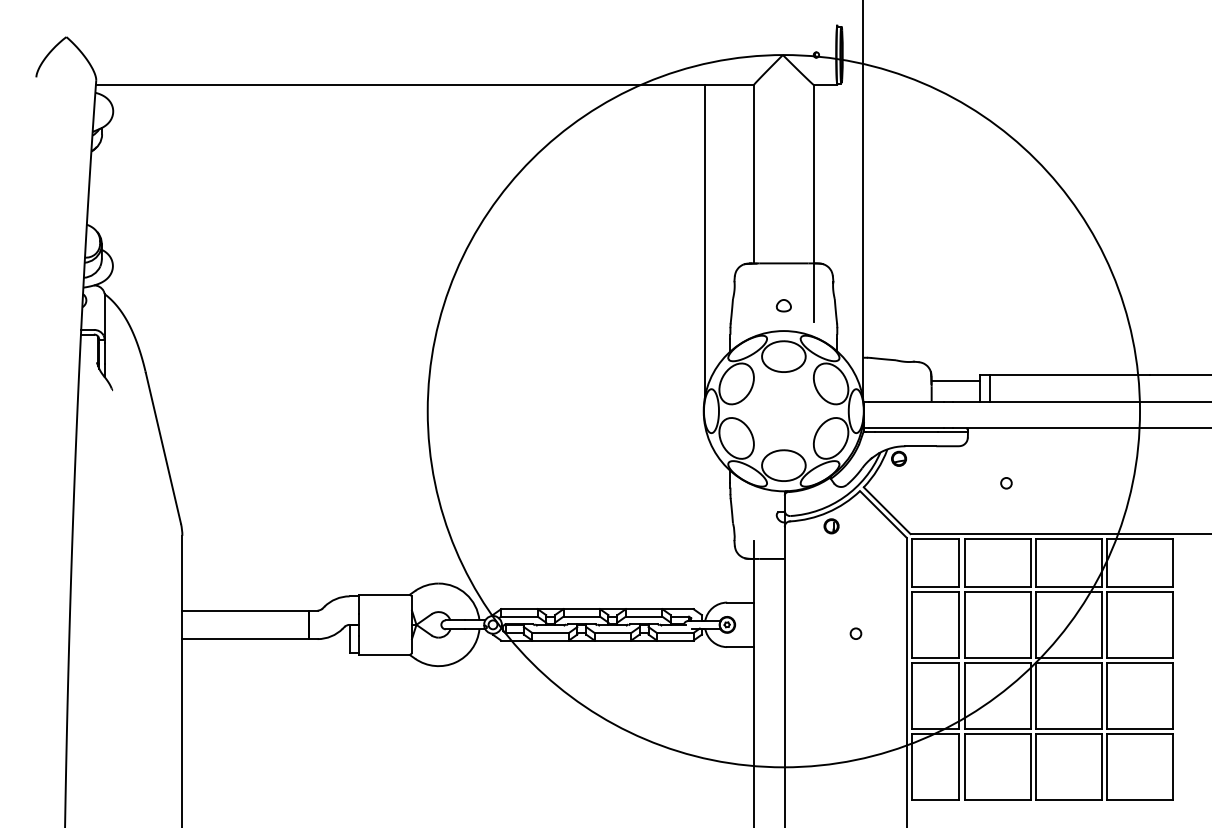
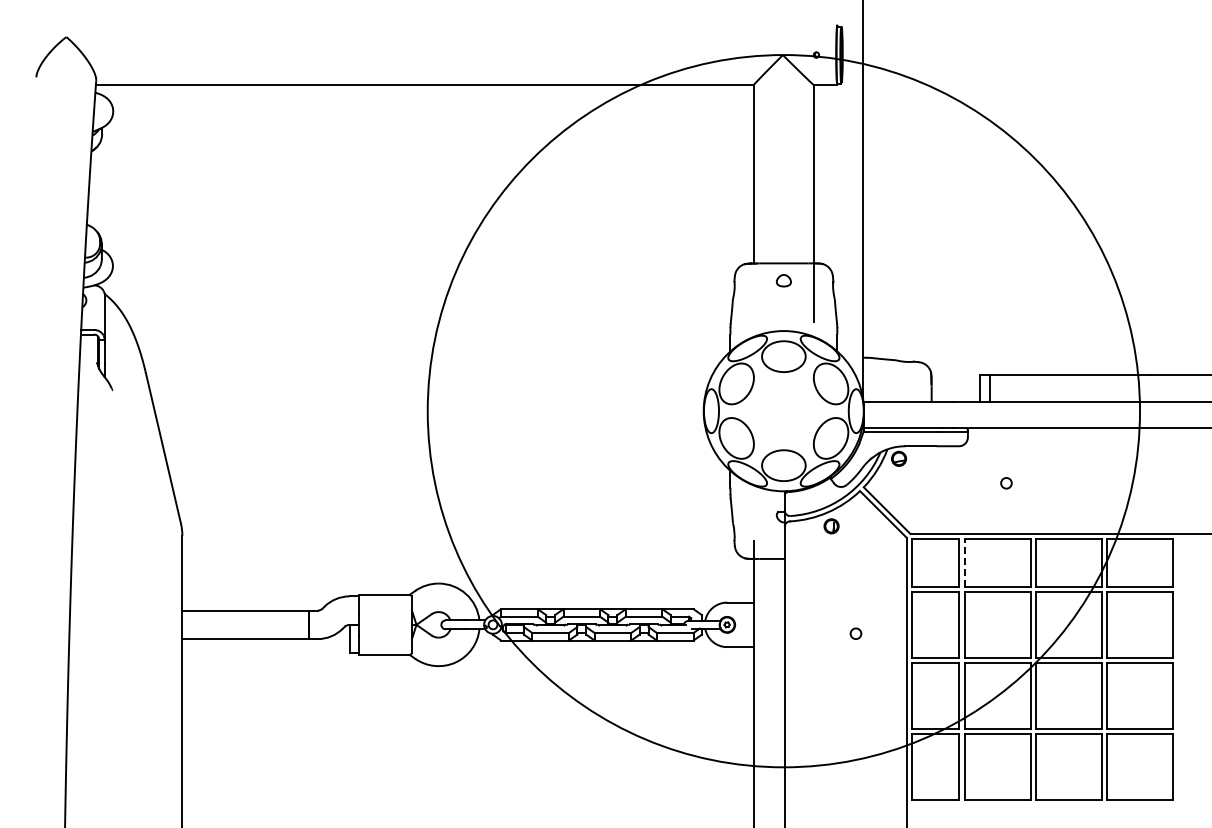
line at (704, 241): present -> none
part at (783, 305) position: (783, 305) -> (783, 280)
line at (955, 381): present -> none
line at (964, 562): solid -> dashed
